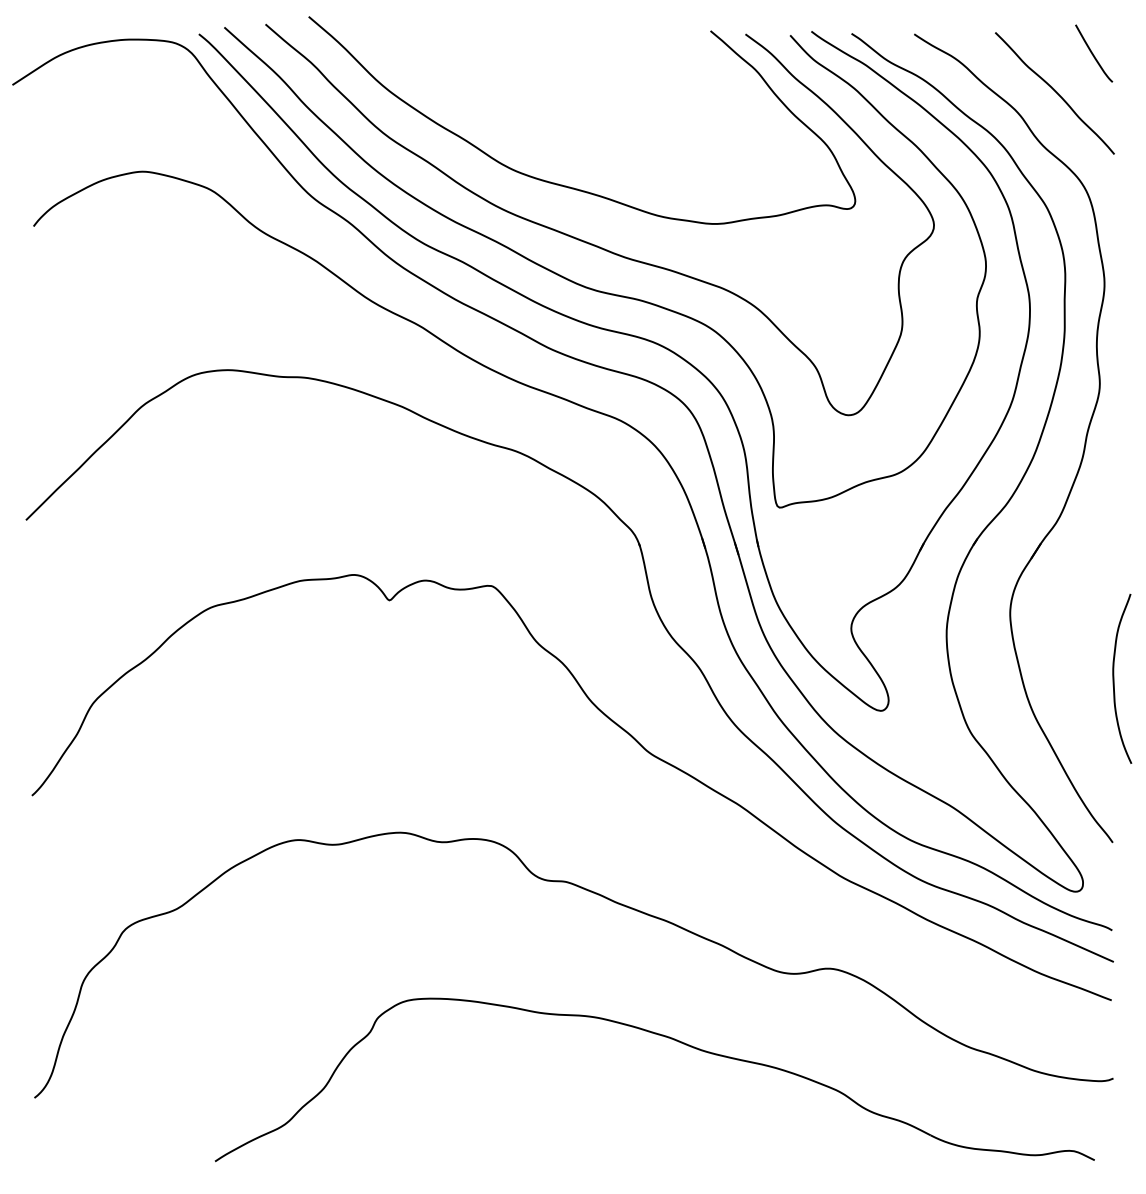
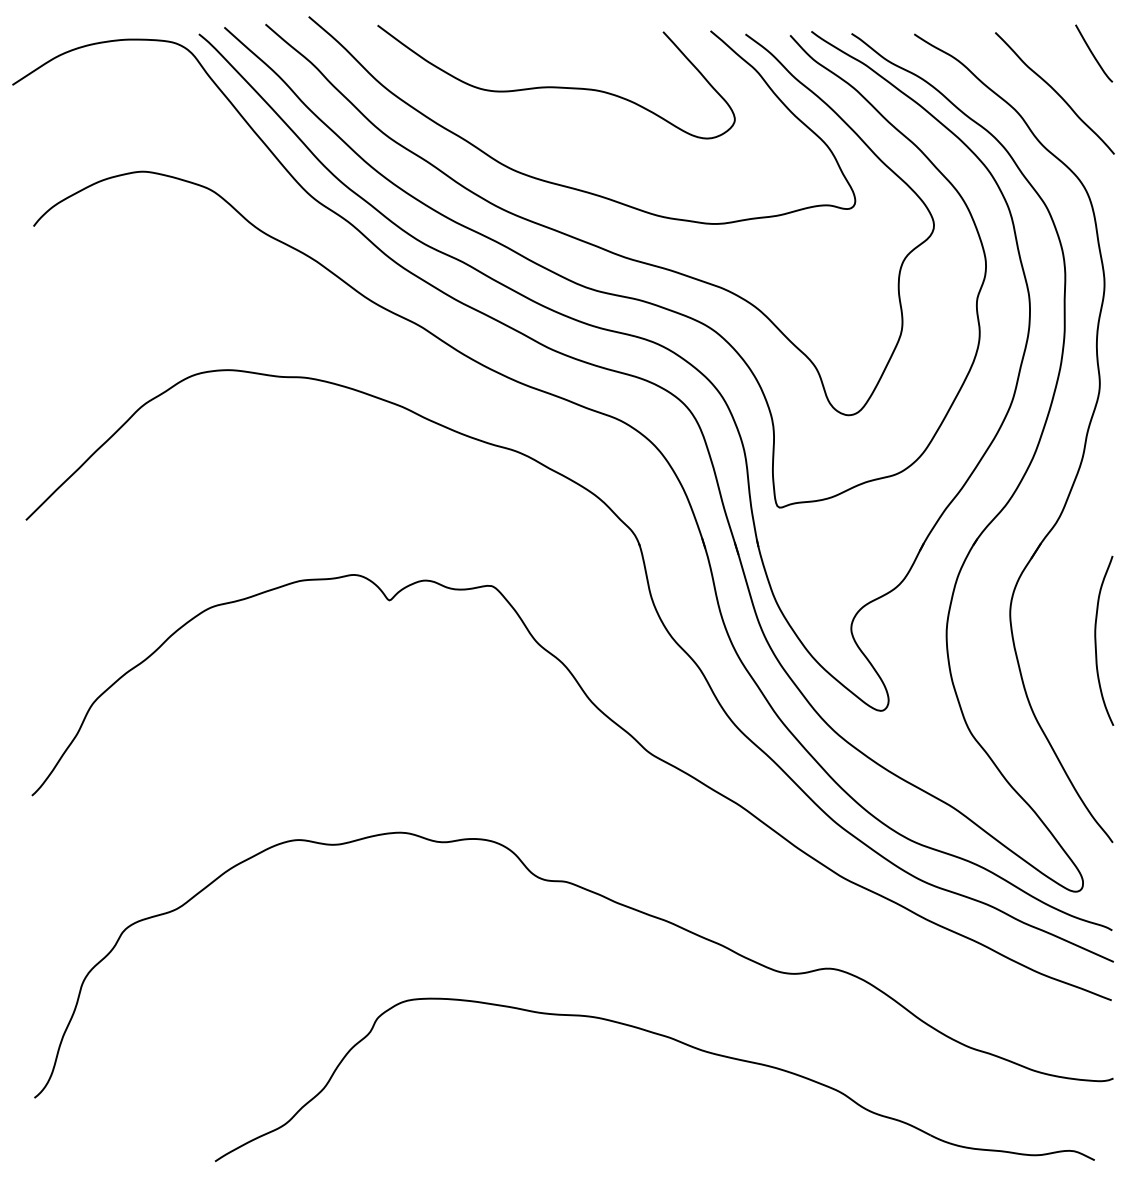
curve at (556, 86): none -> present
curve at (1114, 678) position: (1114, 678) -> (1096, 640)
